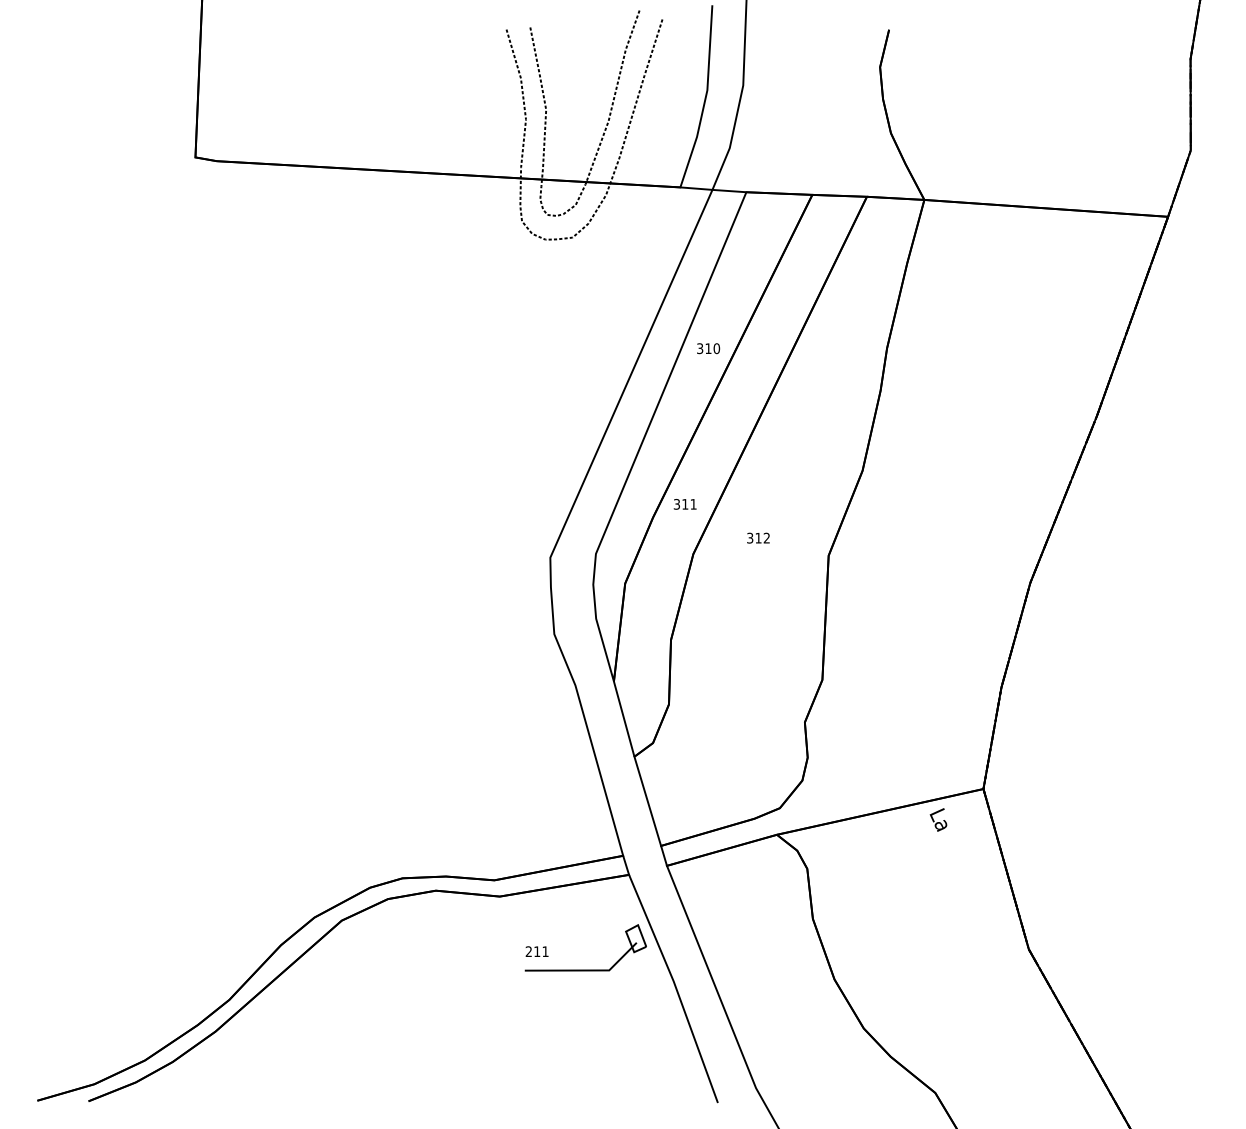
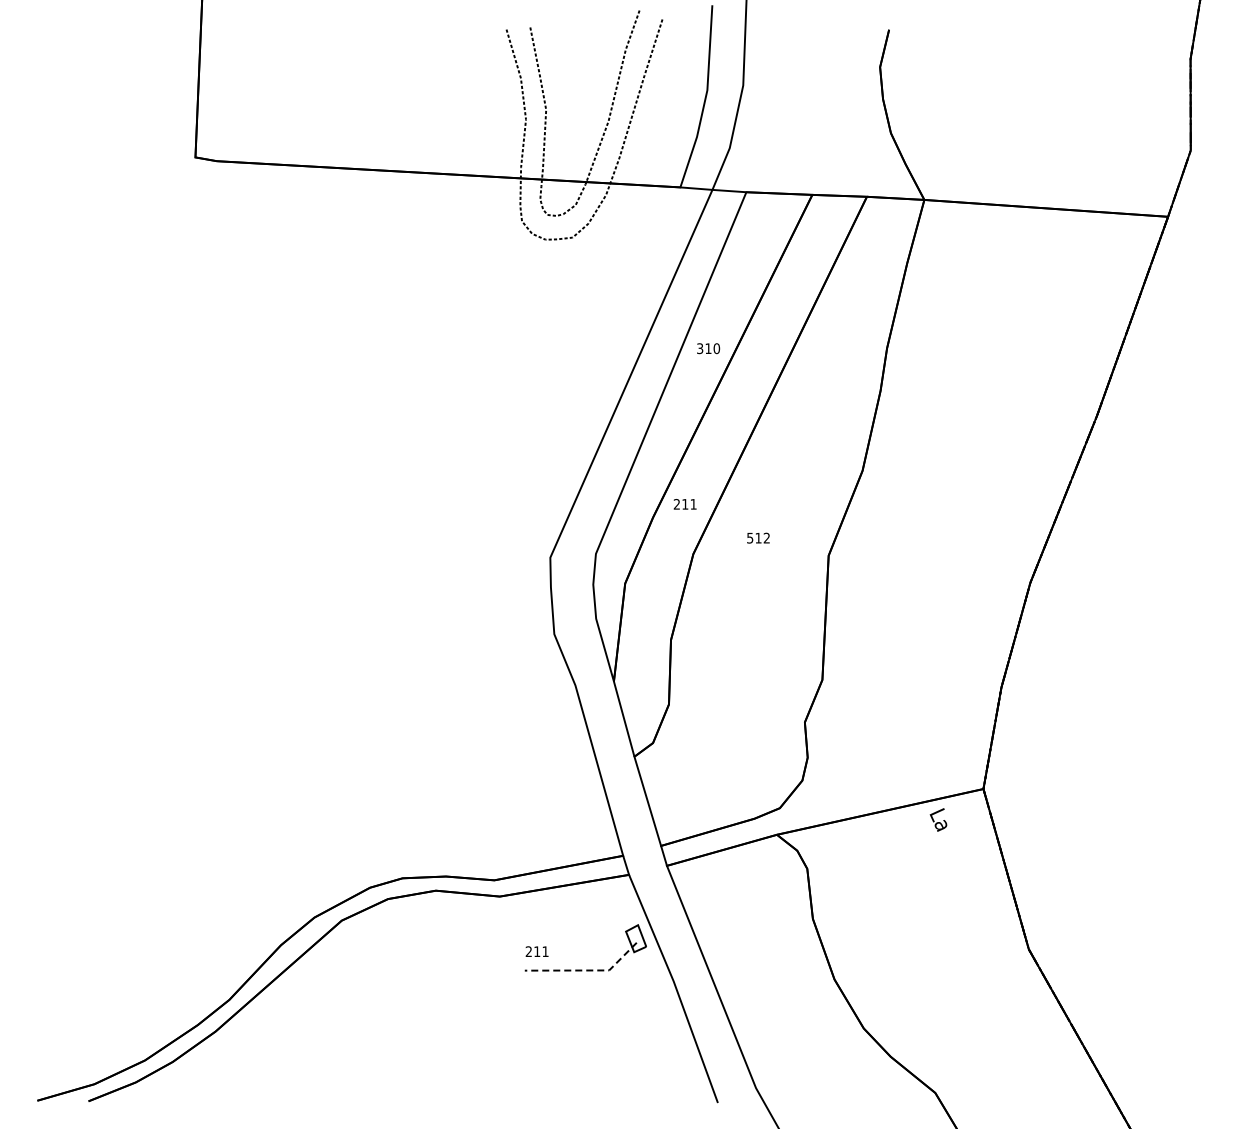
text at (676, 504): 311 -> 211
text at (750, 537): 312 -> 512
line at (587, 970): solid -> dashed
